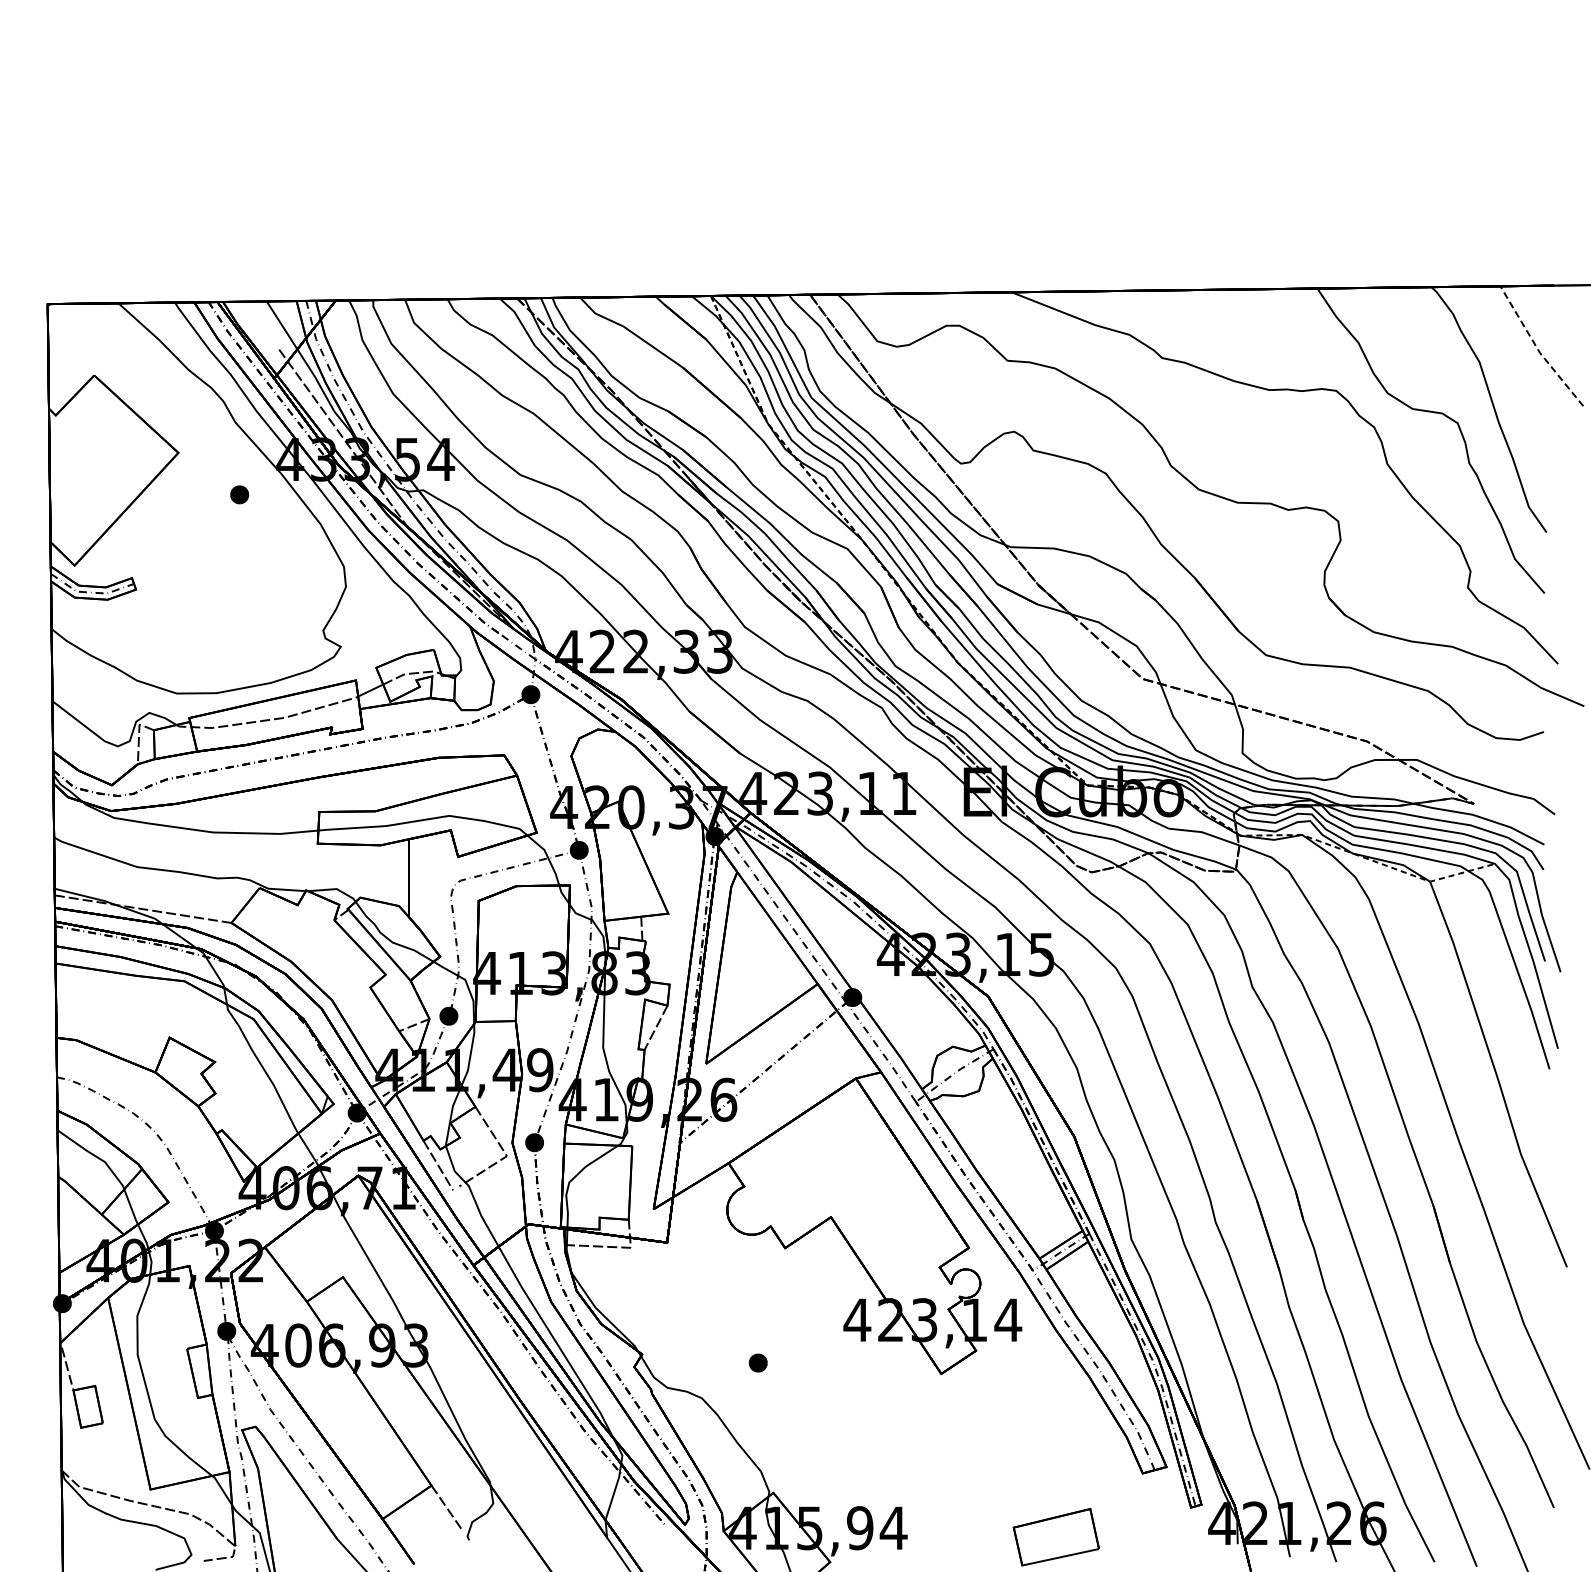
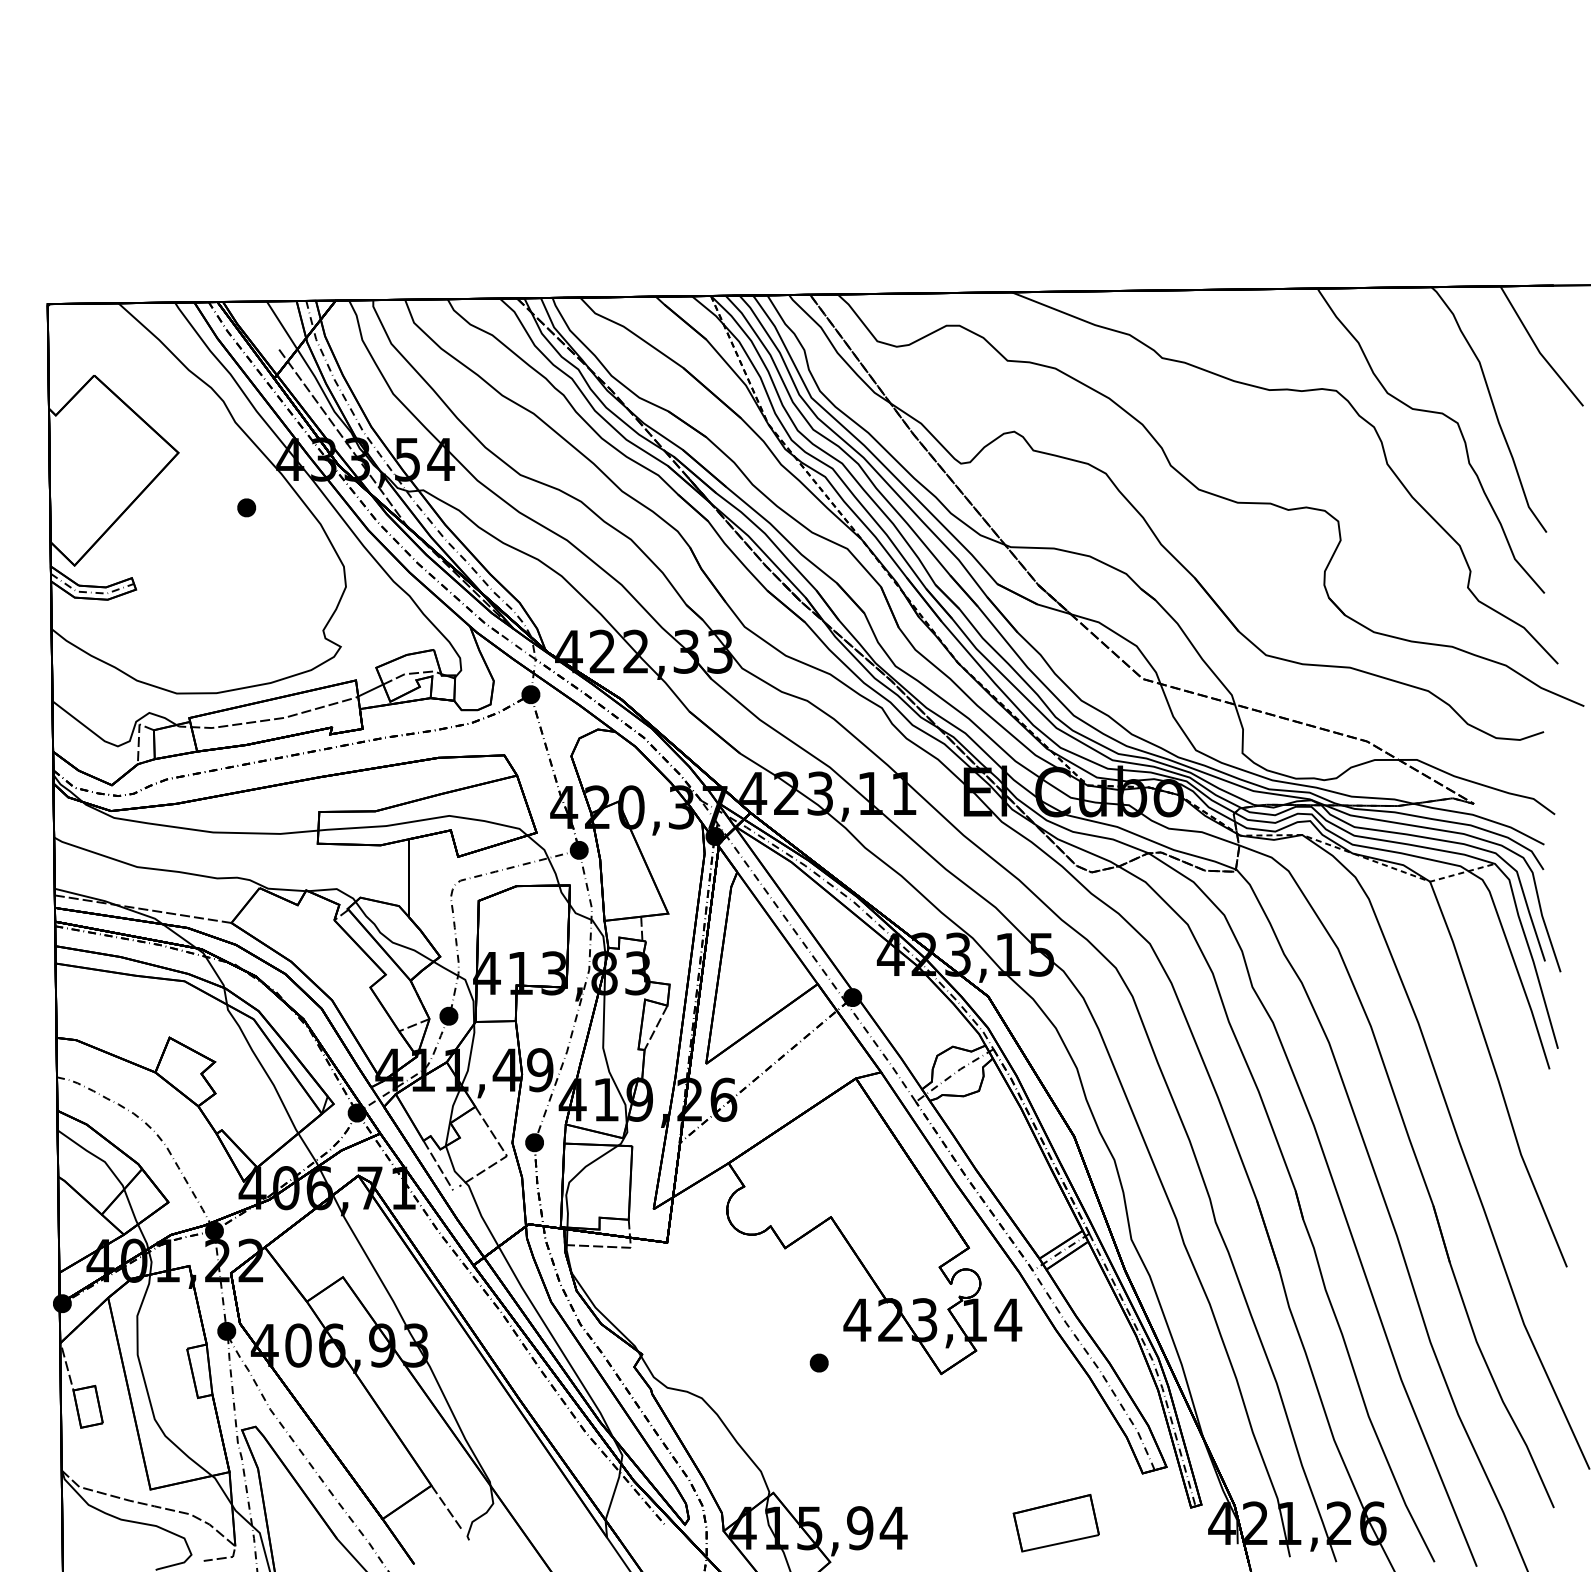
line at (1537, 349): dashed -> solid
part at (239, 494) position: (239, 494) -> (246, 507)
part at (757, 1362) position: (757, 1362) -> (818, 1362)
part at (1055, 1537) position: (1055, 1537) -> (1055, 1523)
